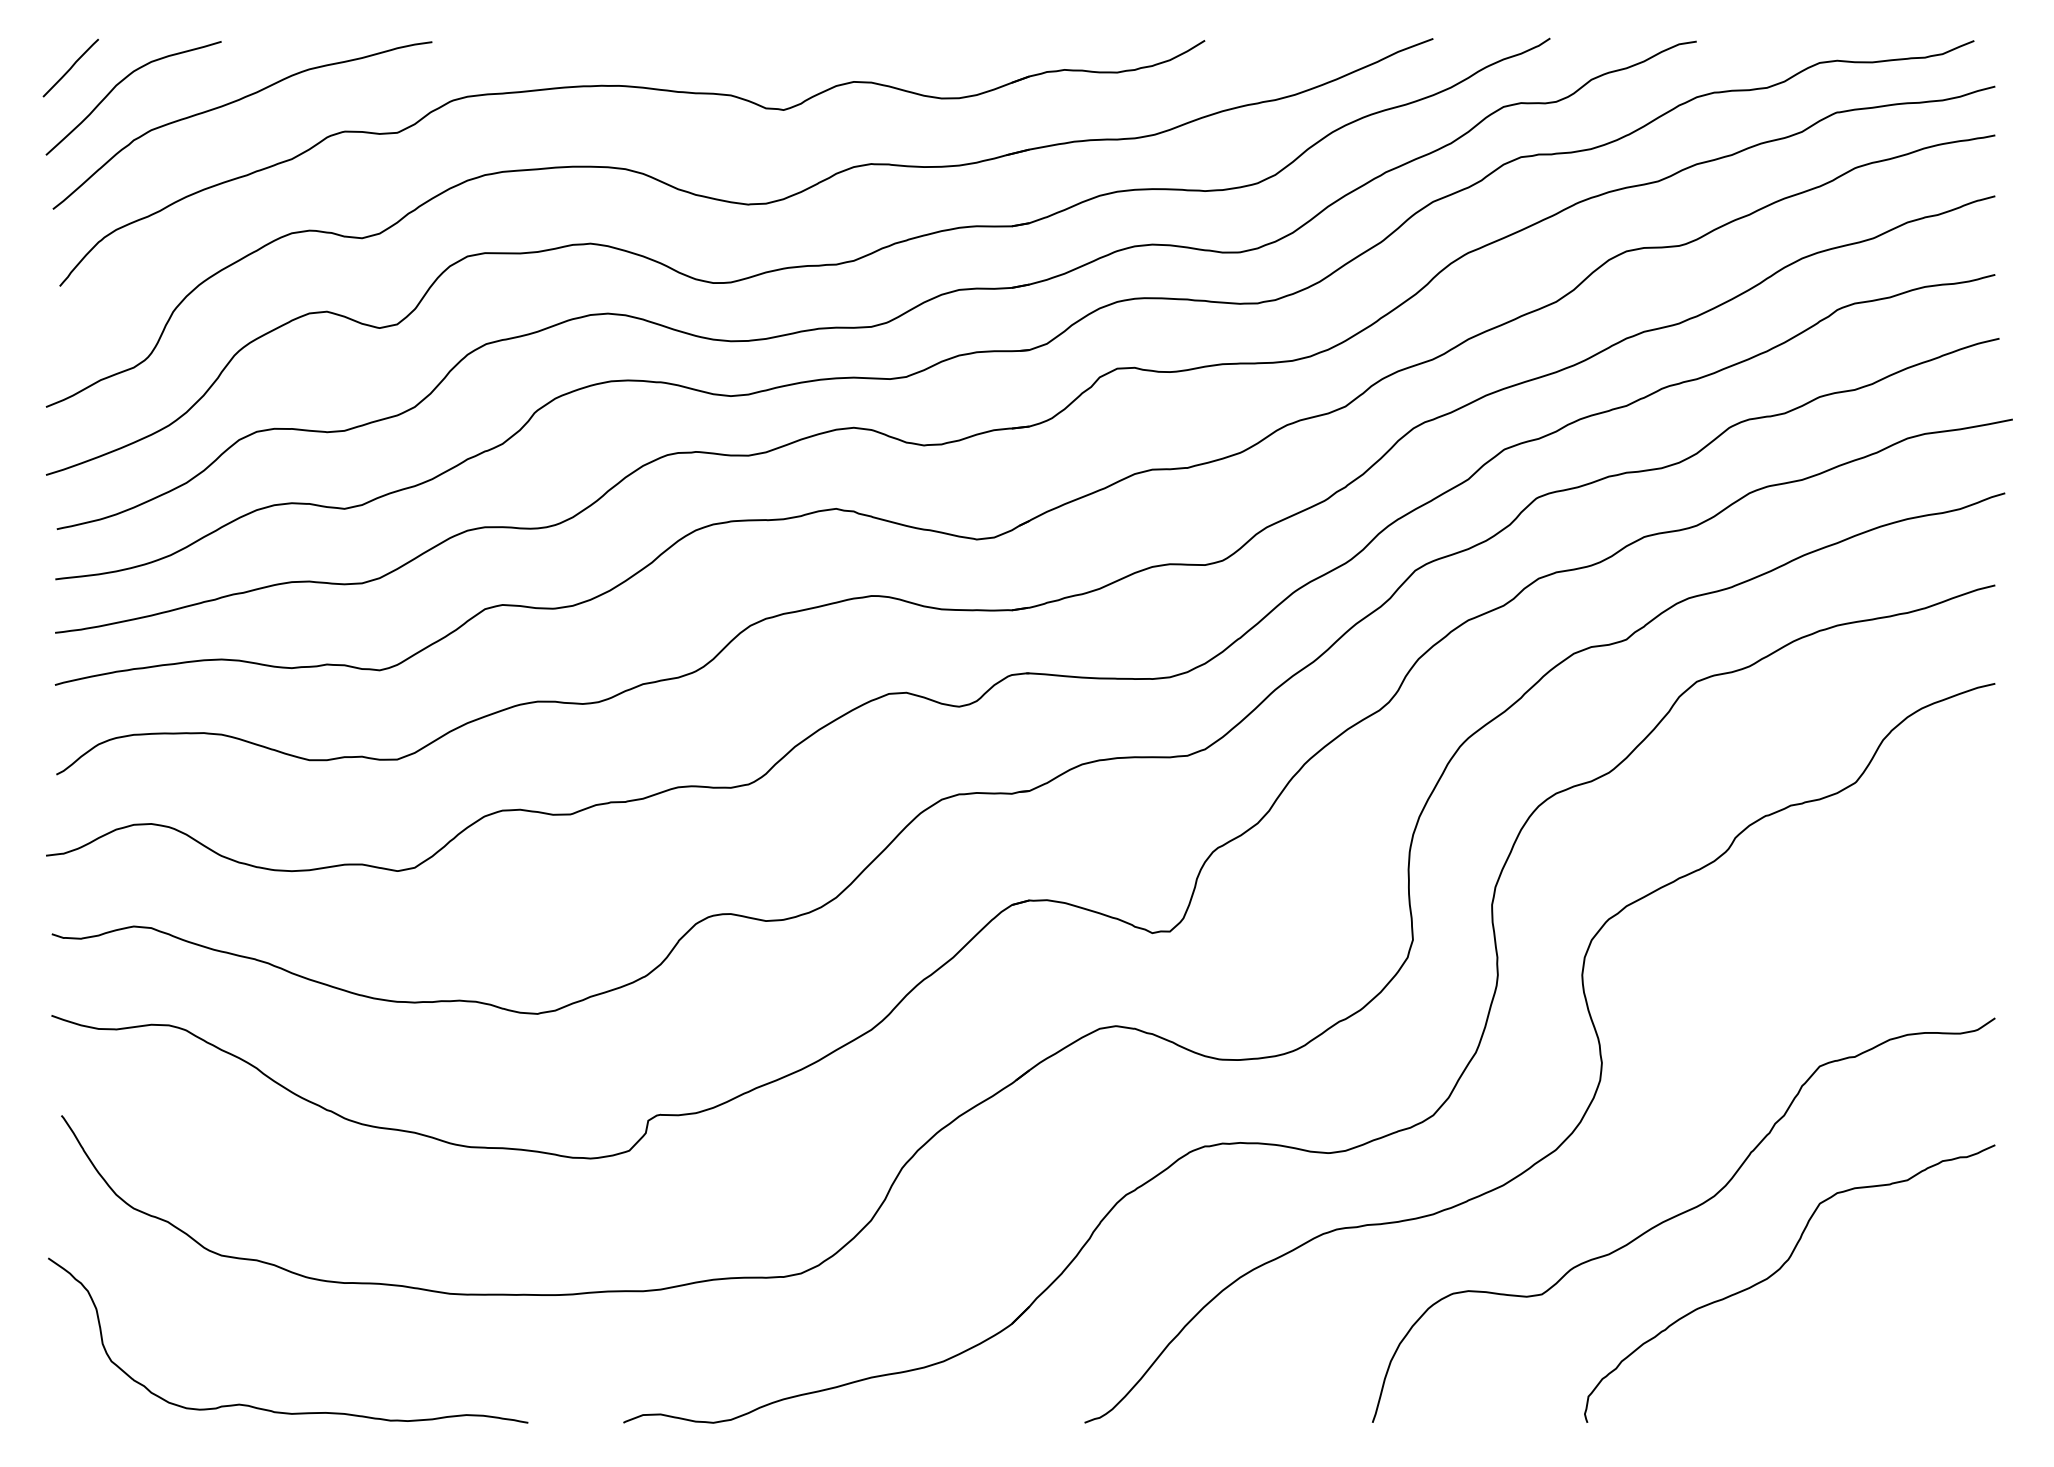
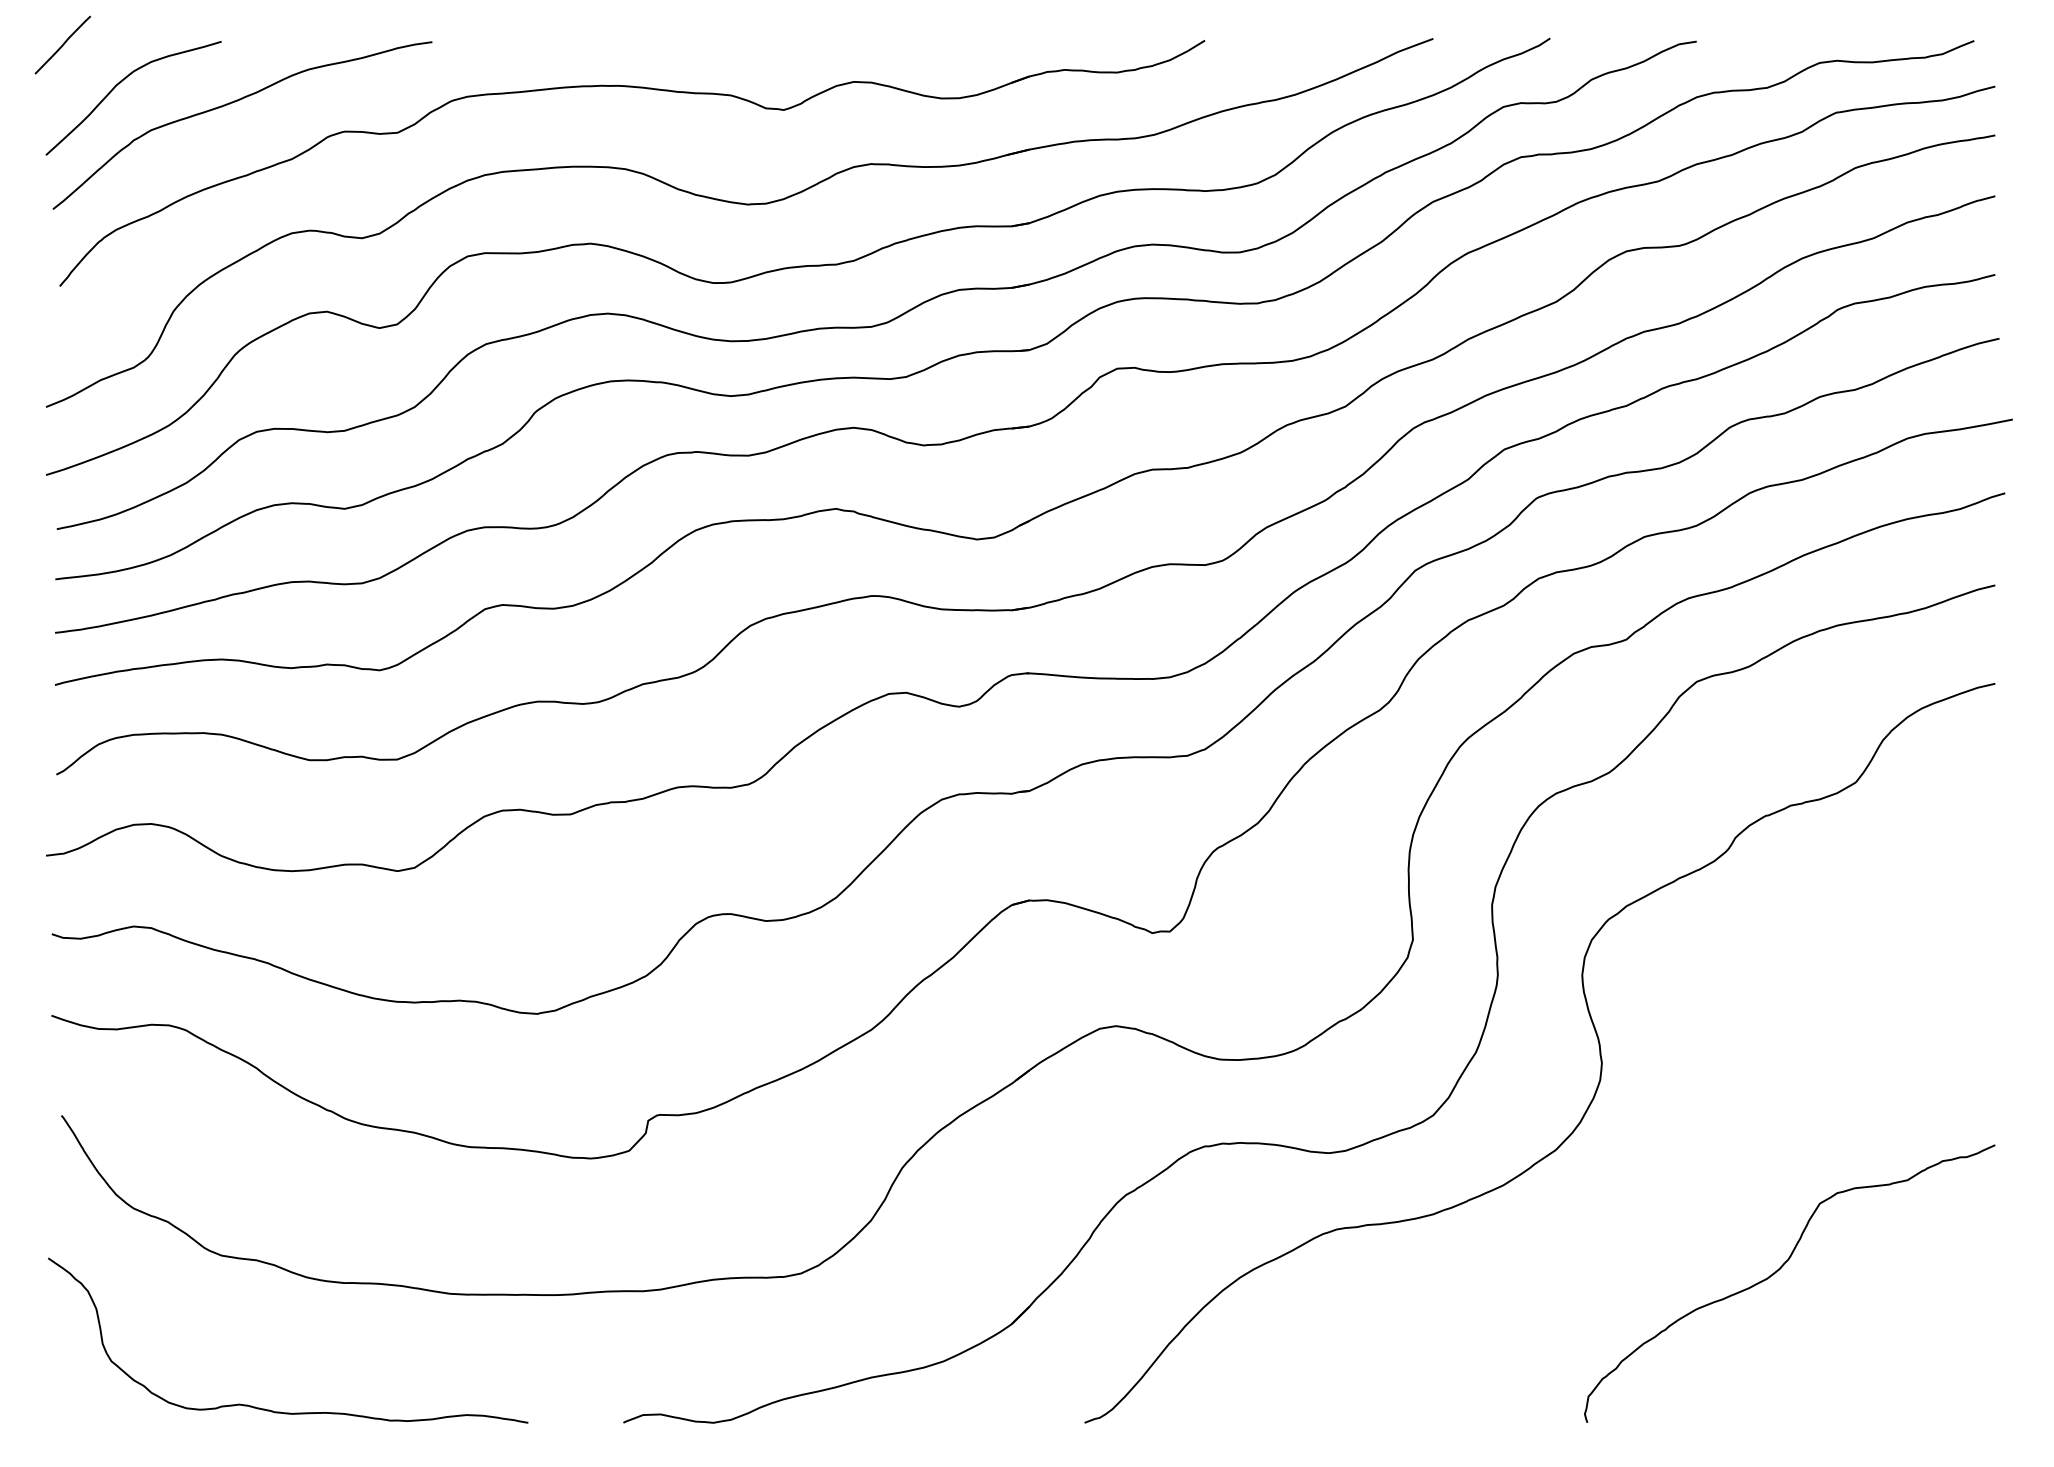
line at (70, 67) position: (70, 67) -> (62, 44)
curve at (1680, 1215): present -> none
